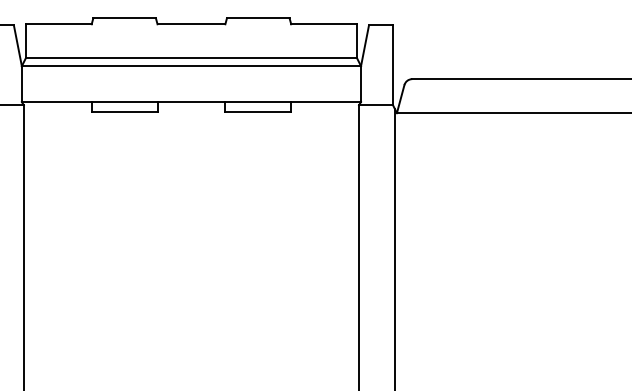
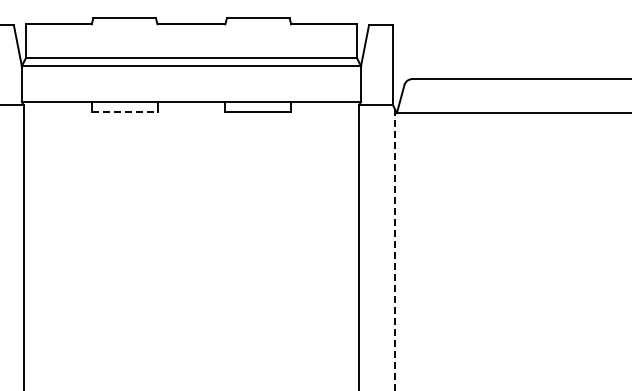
line at (124, 112): solid -> dashed
line at (394, 250): solid -> dashed
